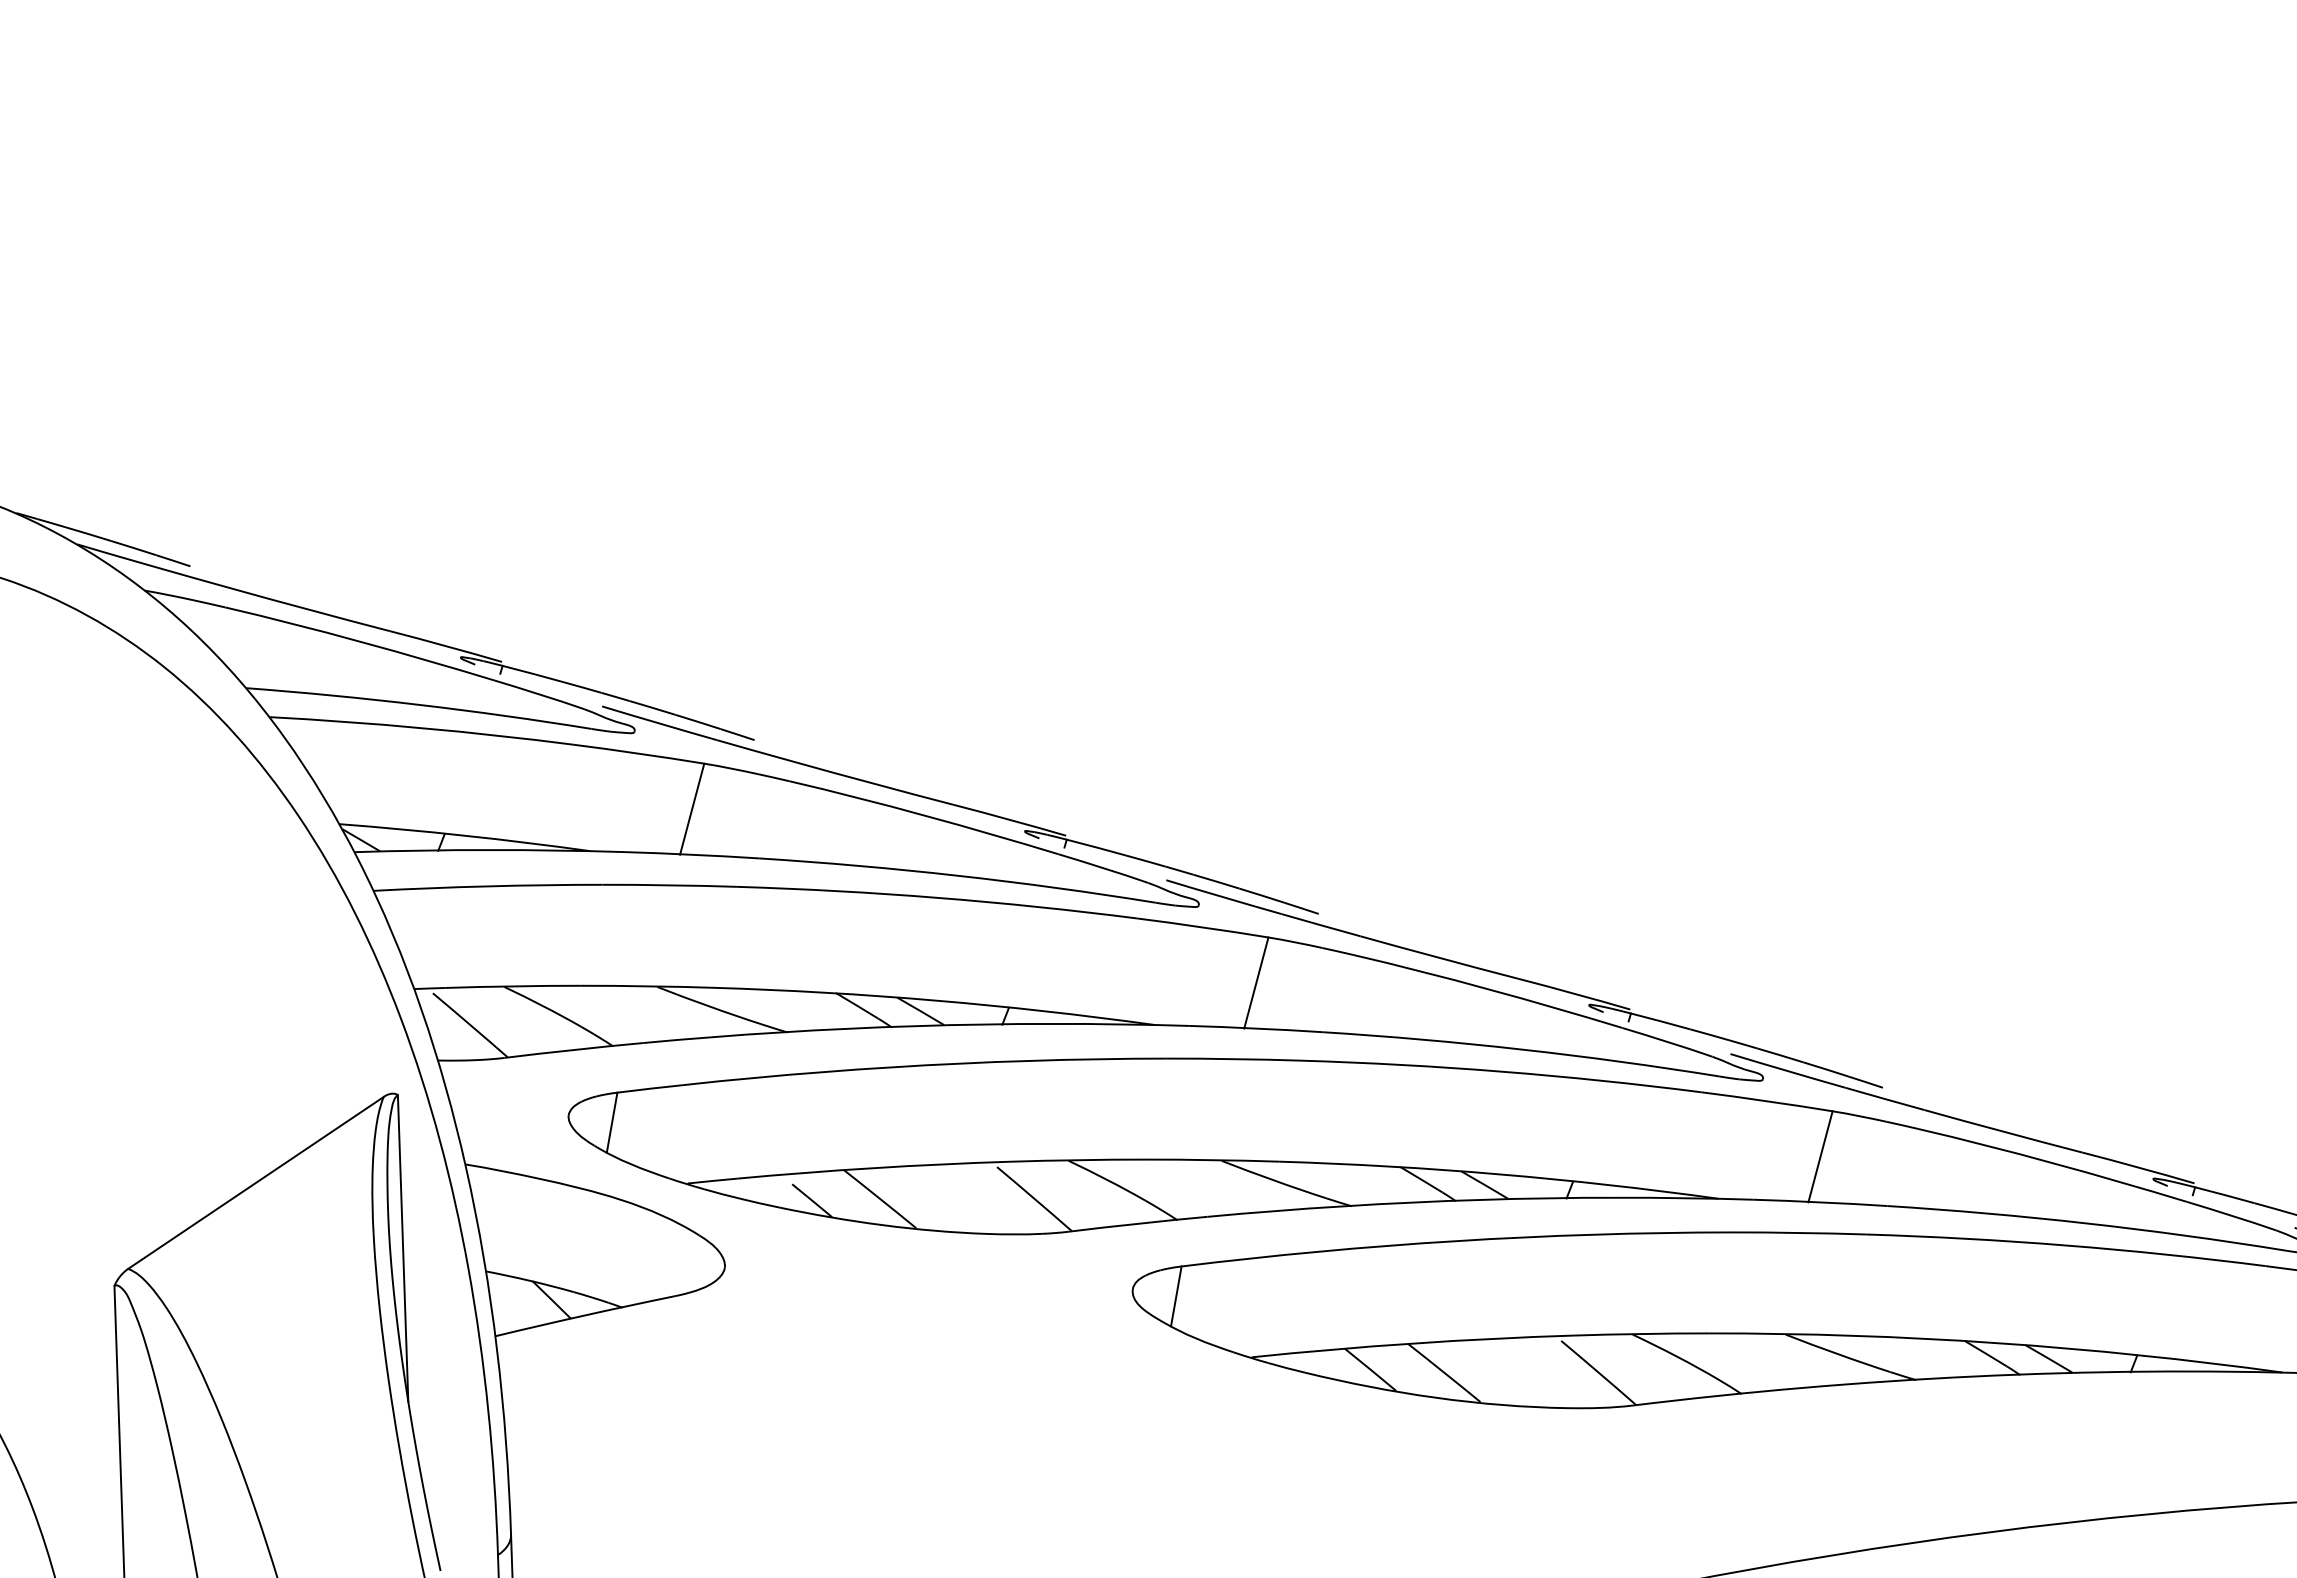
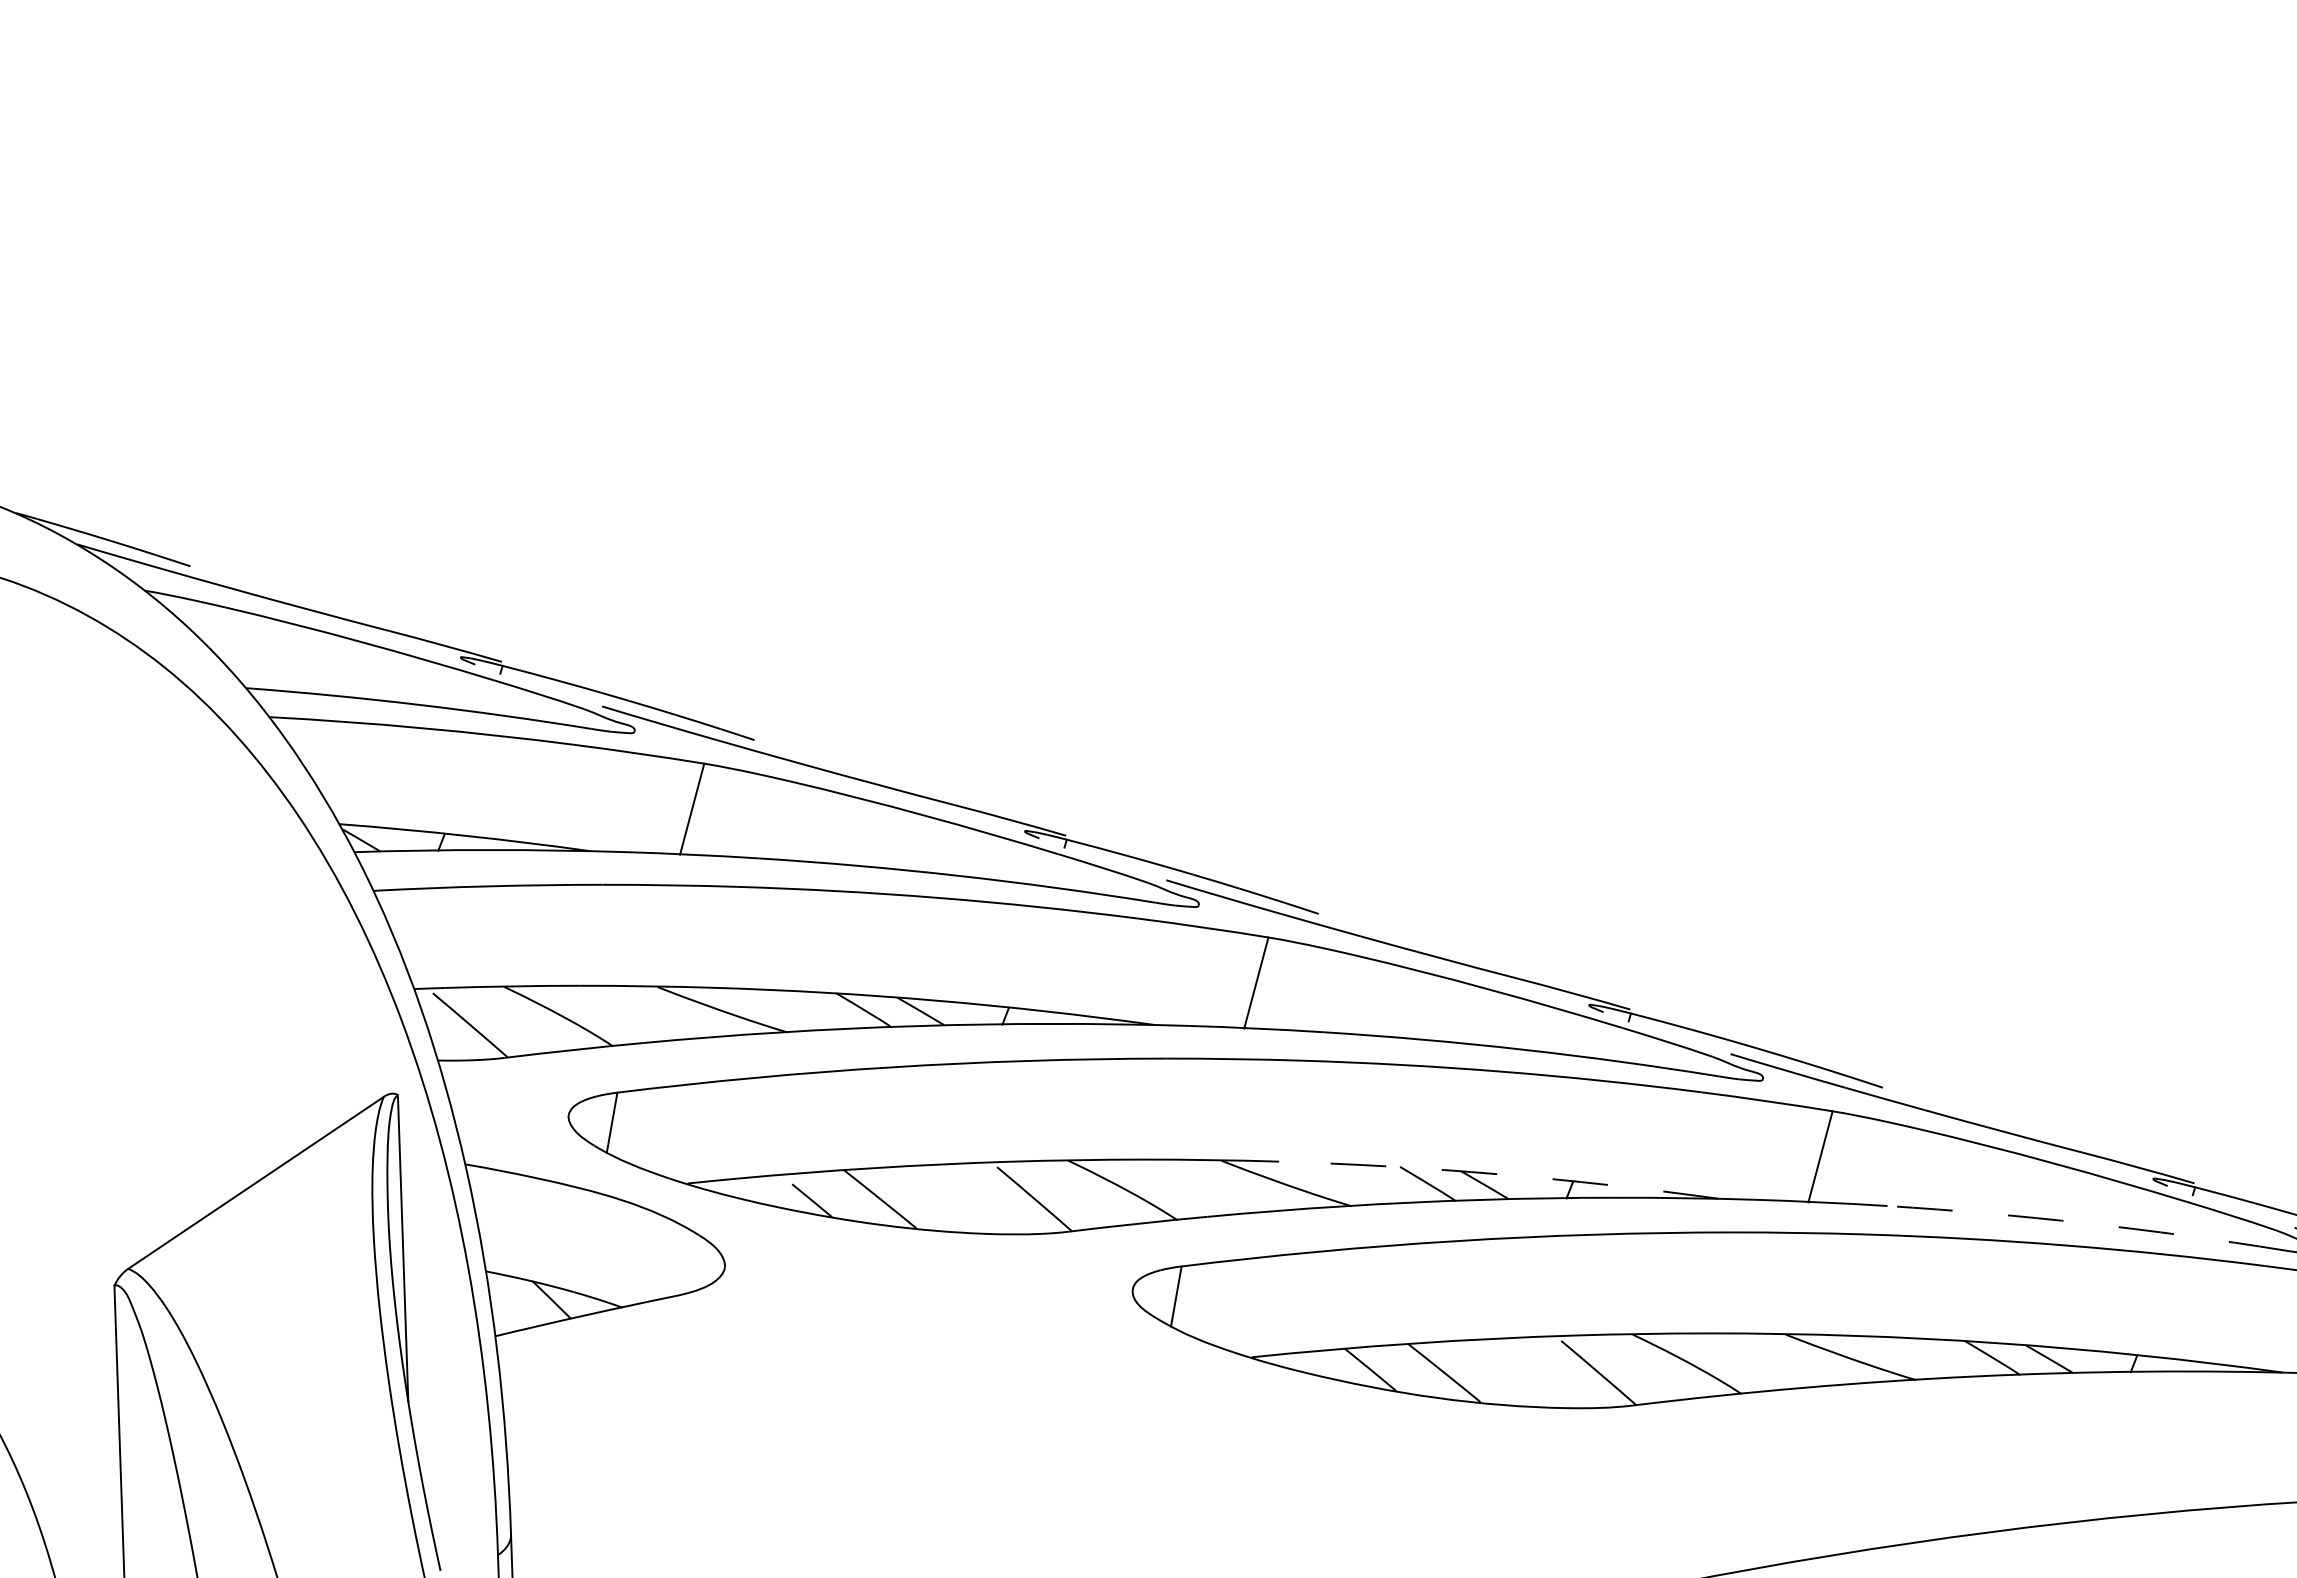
arc at (1499, 1174): solid -> dashed
arc at (2086, 1223): solid -> dashed
